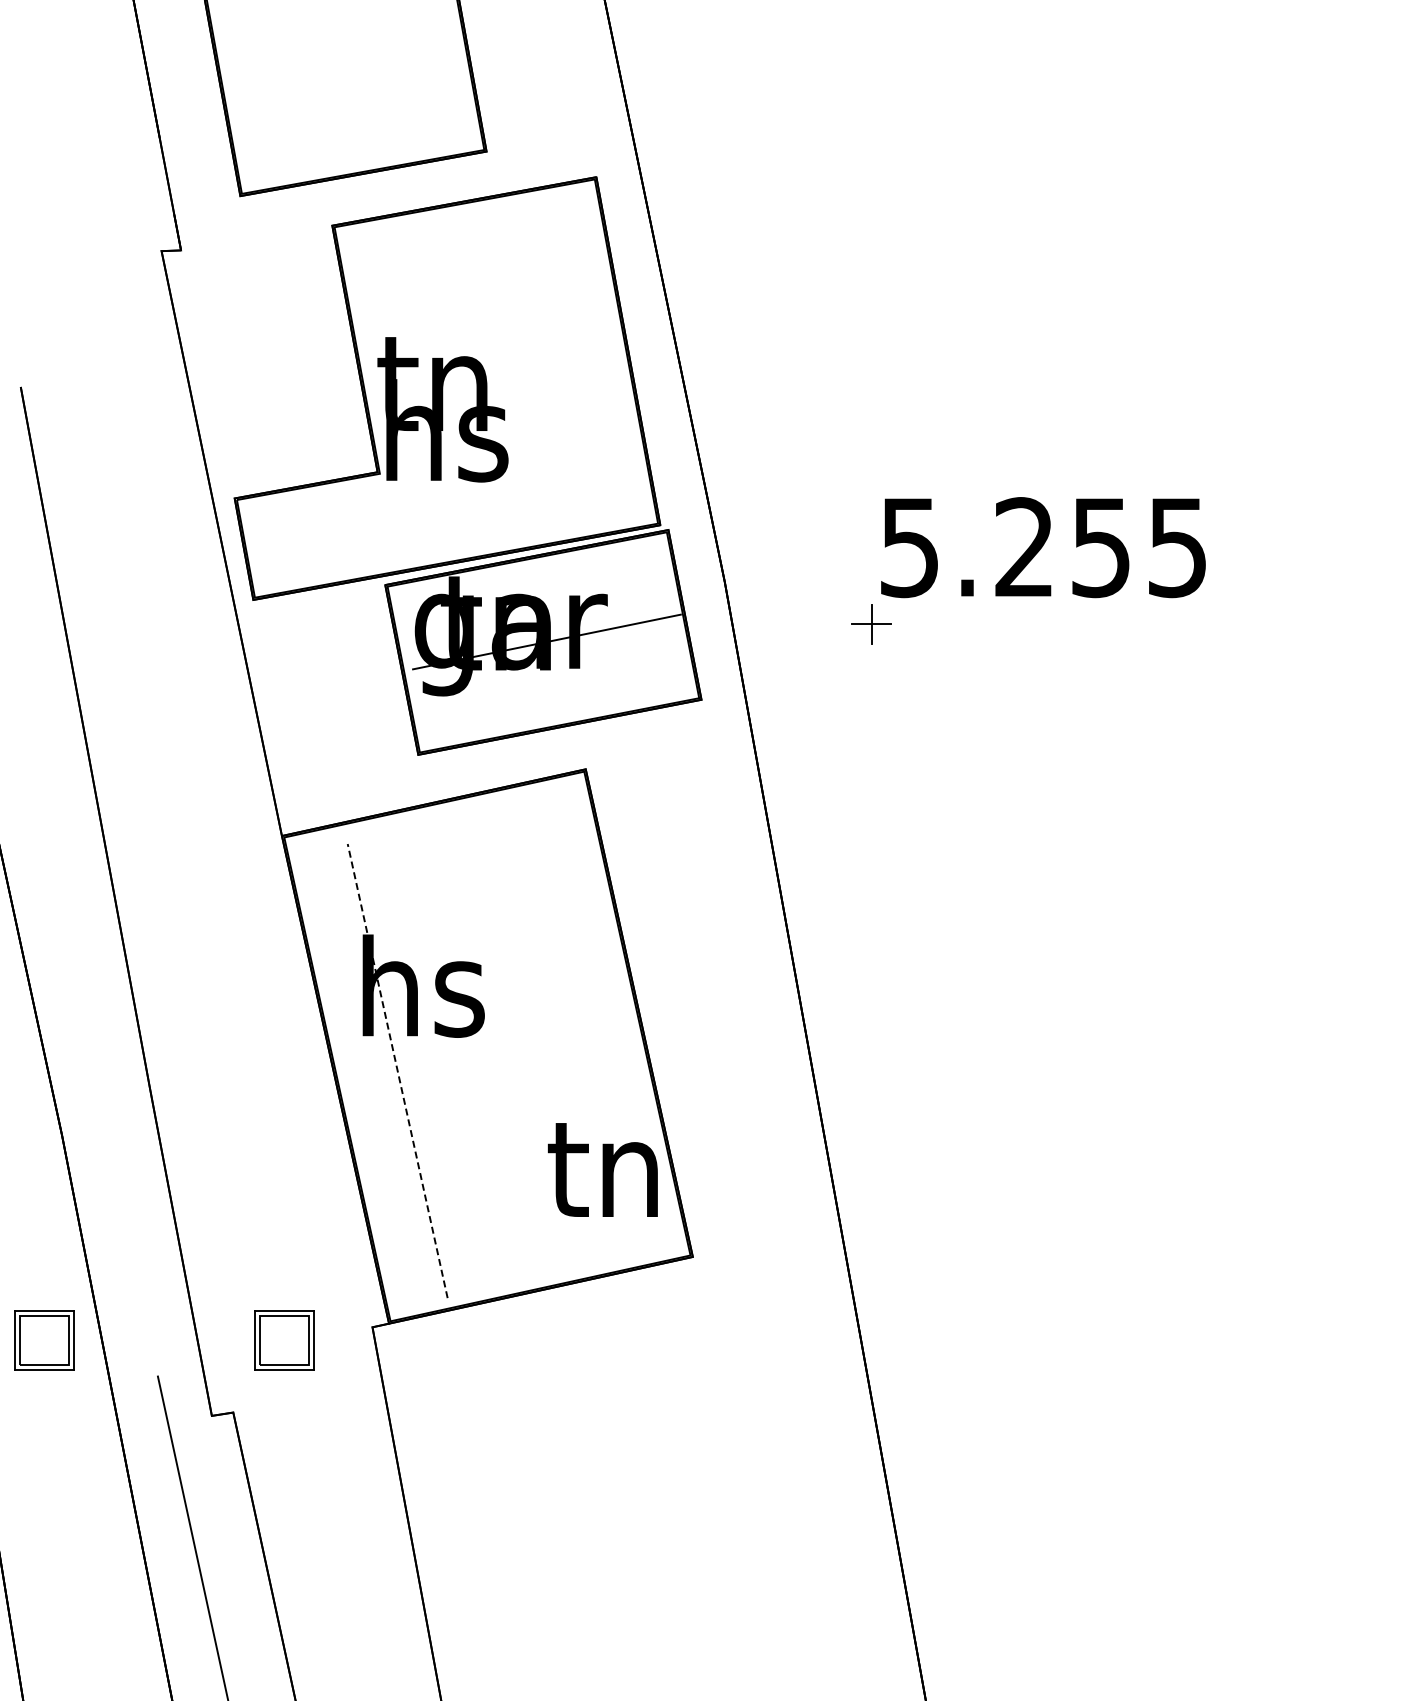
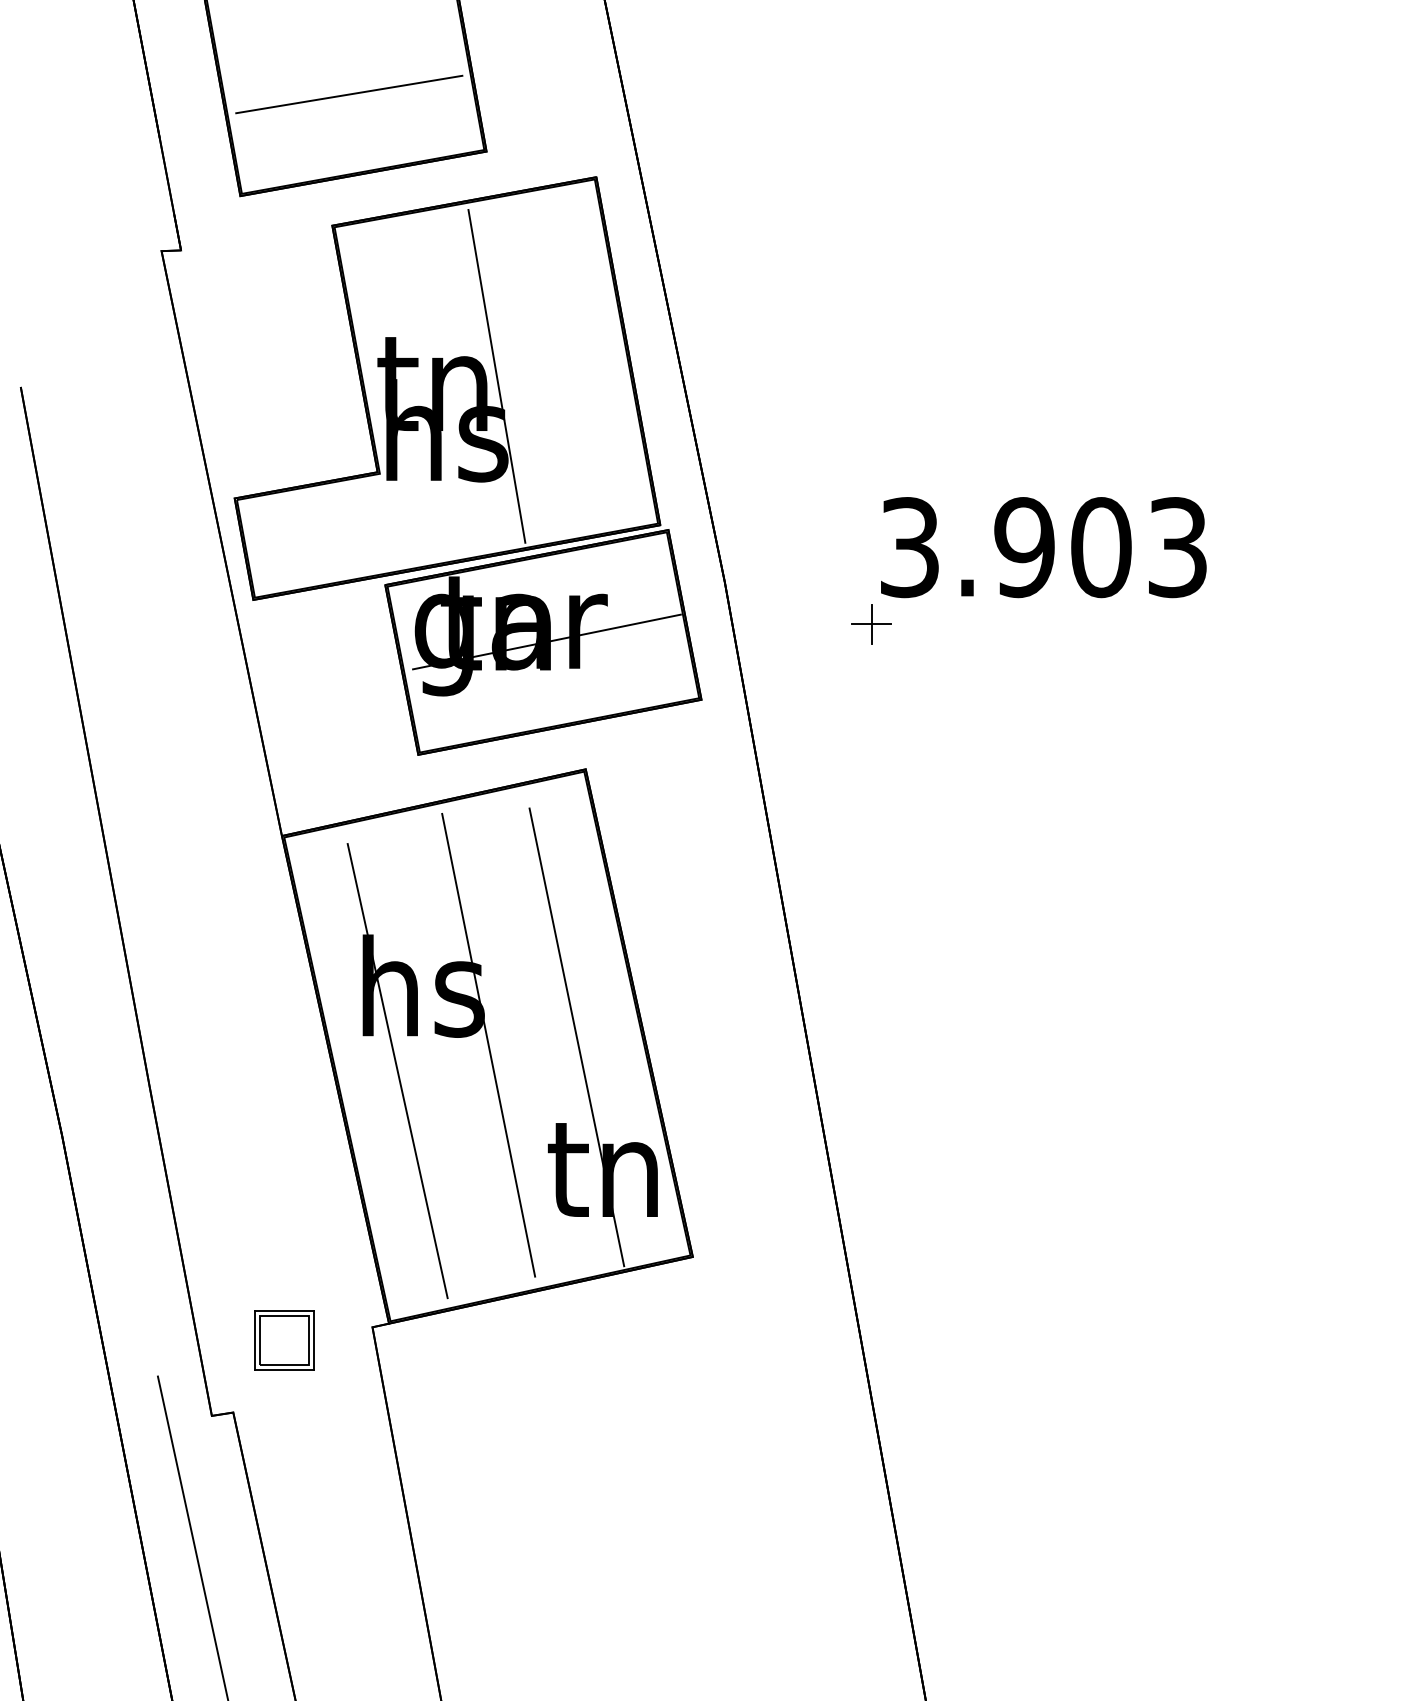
line at (349, 94): none -> present
line at (496, 376): none -> present
text at (1043, 547): 5.255 -> 3.903
line at (576, 1037): none -> present
line at (488, 1044): none -> present
line at (397, 1070): dashed -> solid
part at (44, 1340): present -> none
